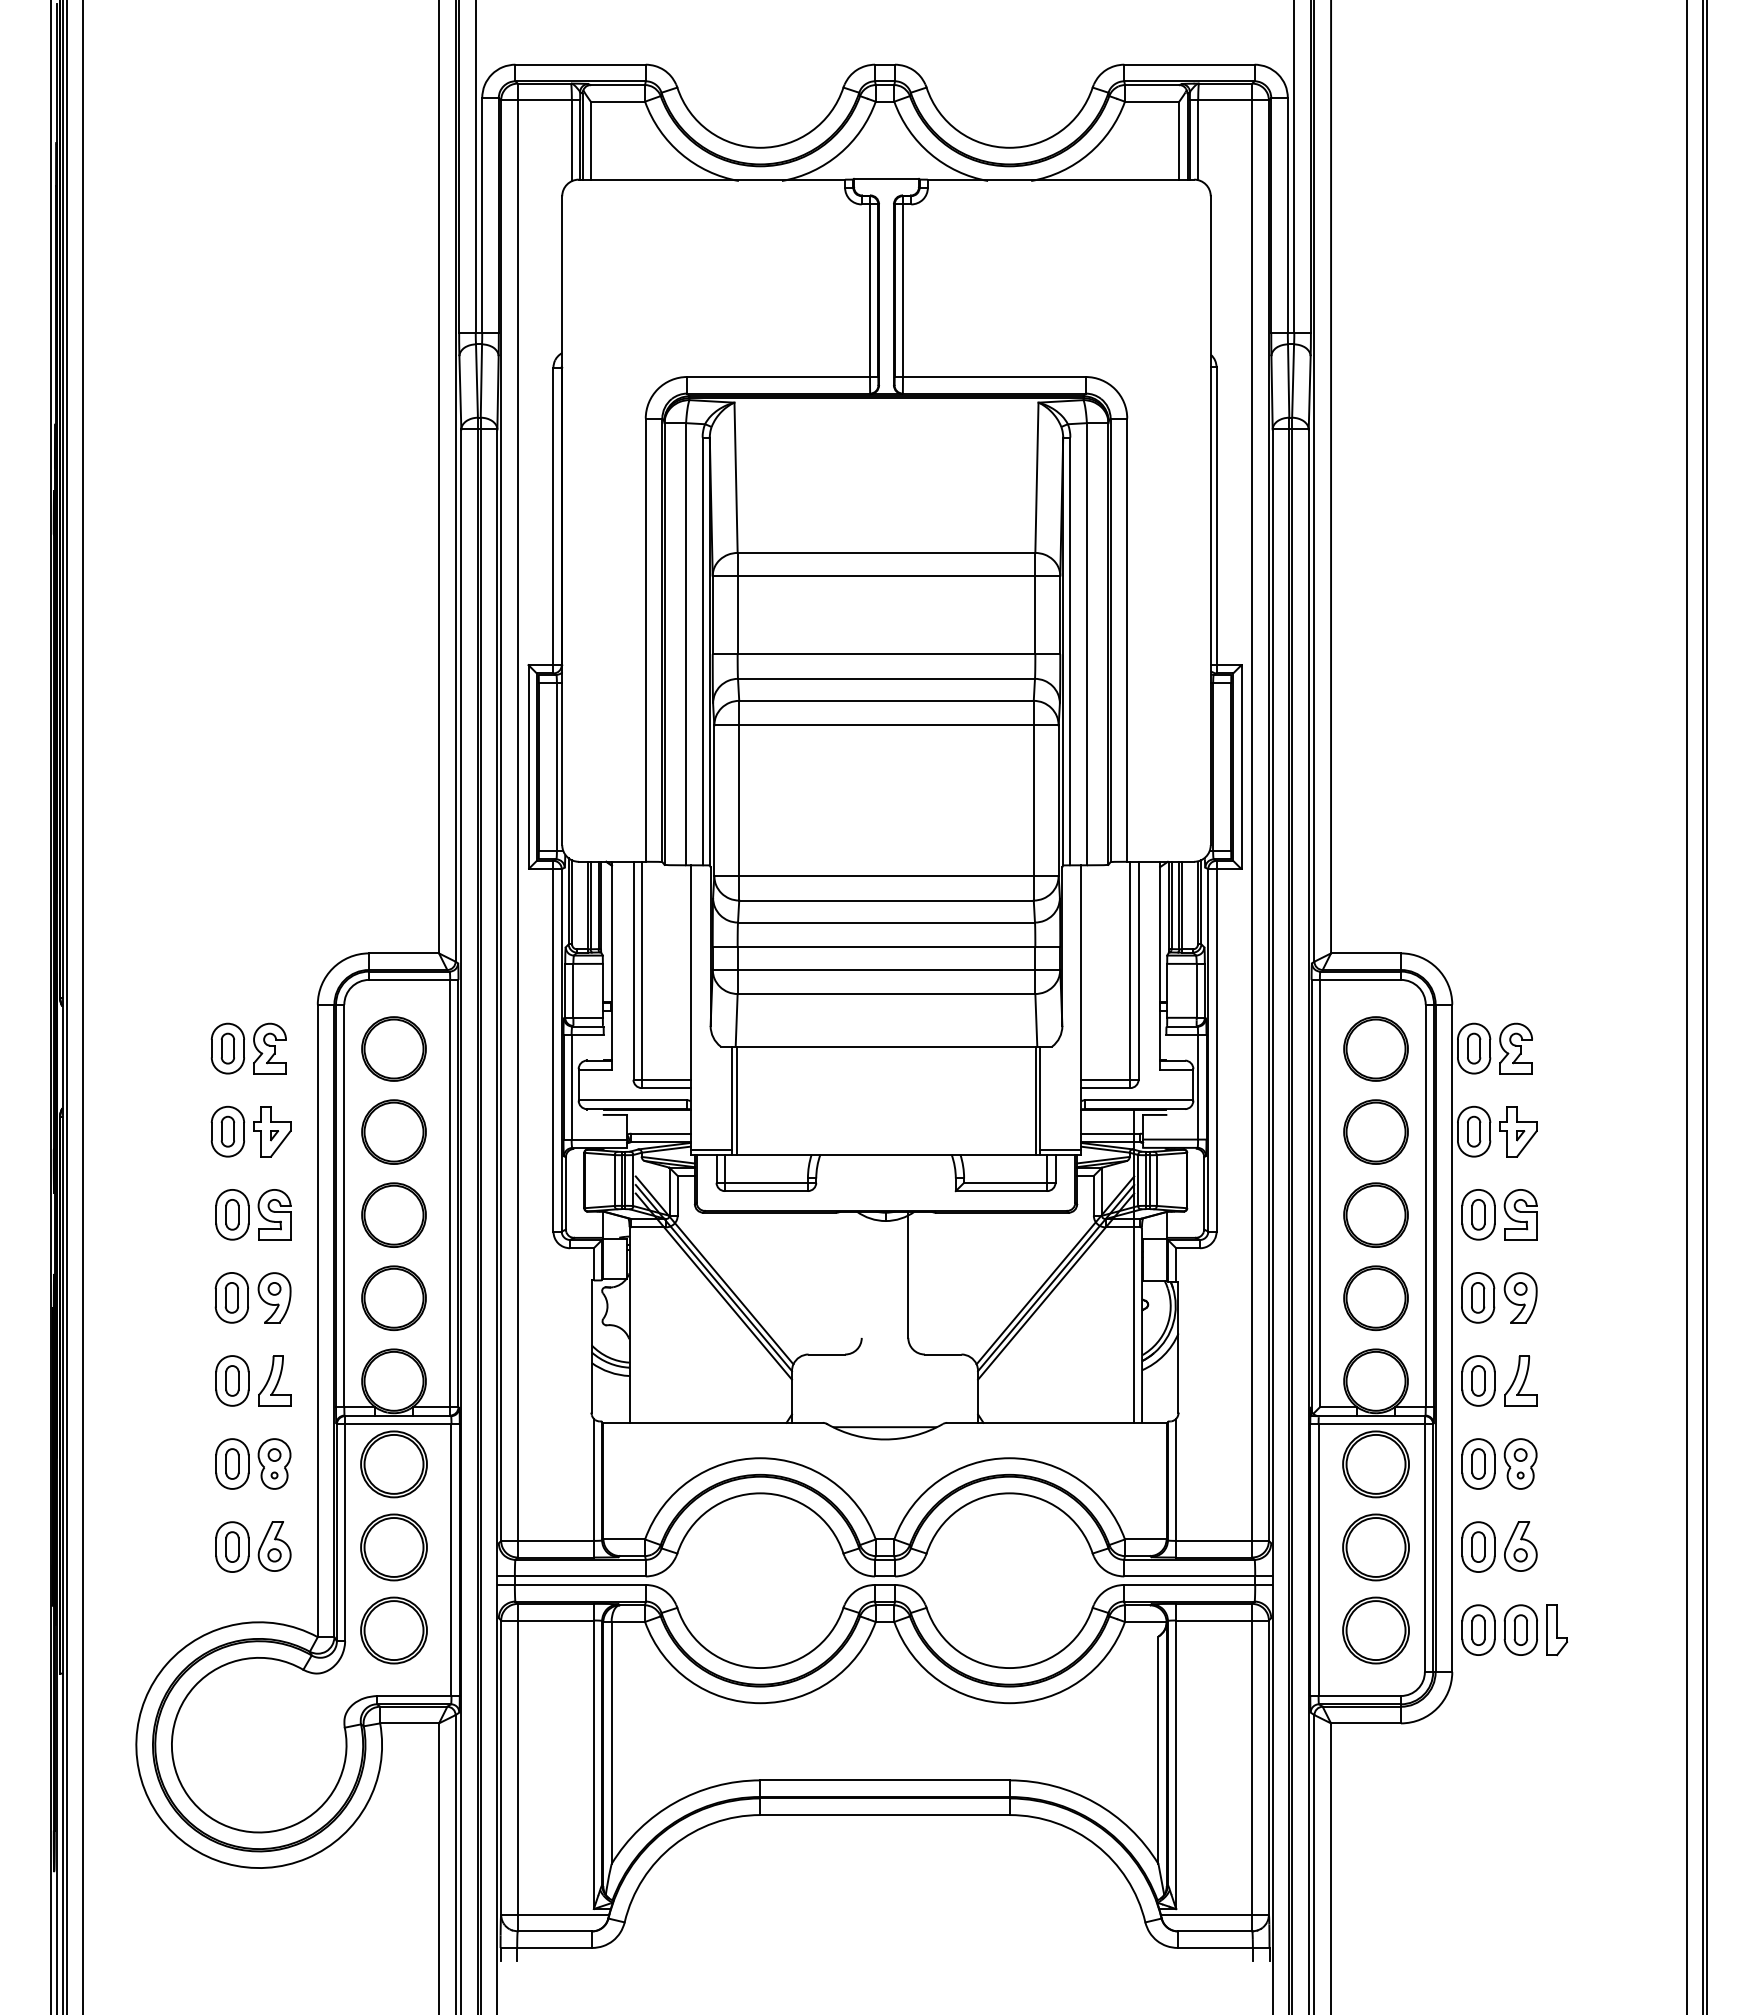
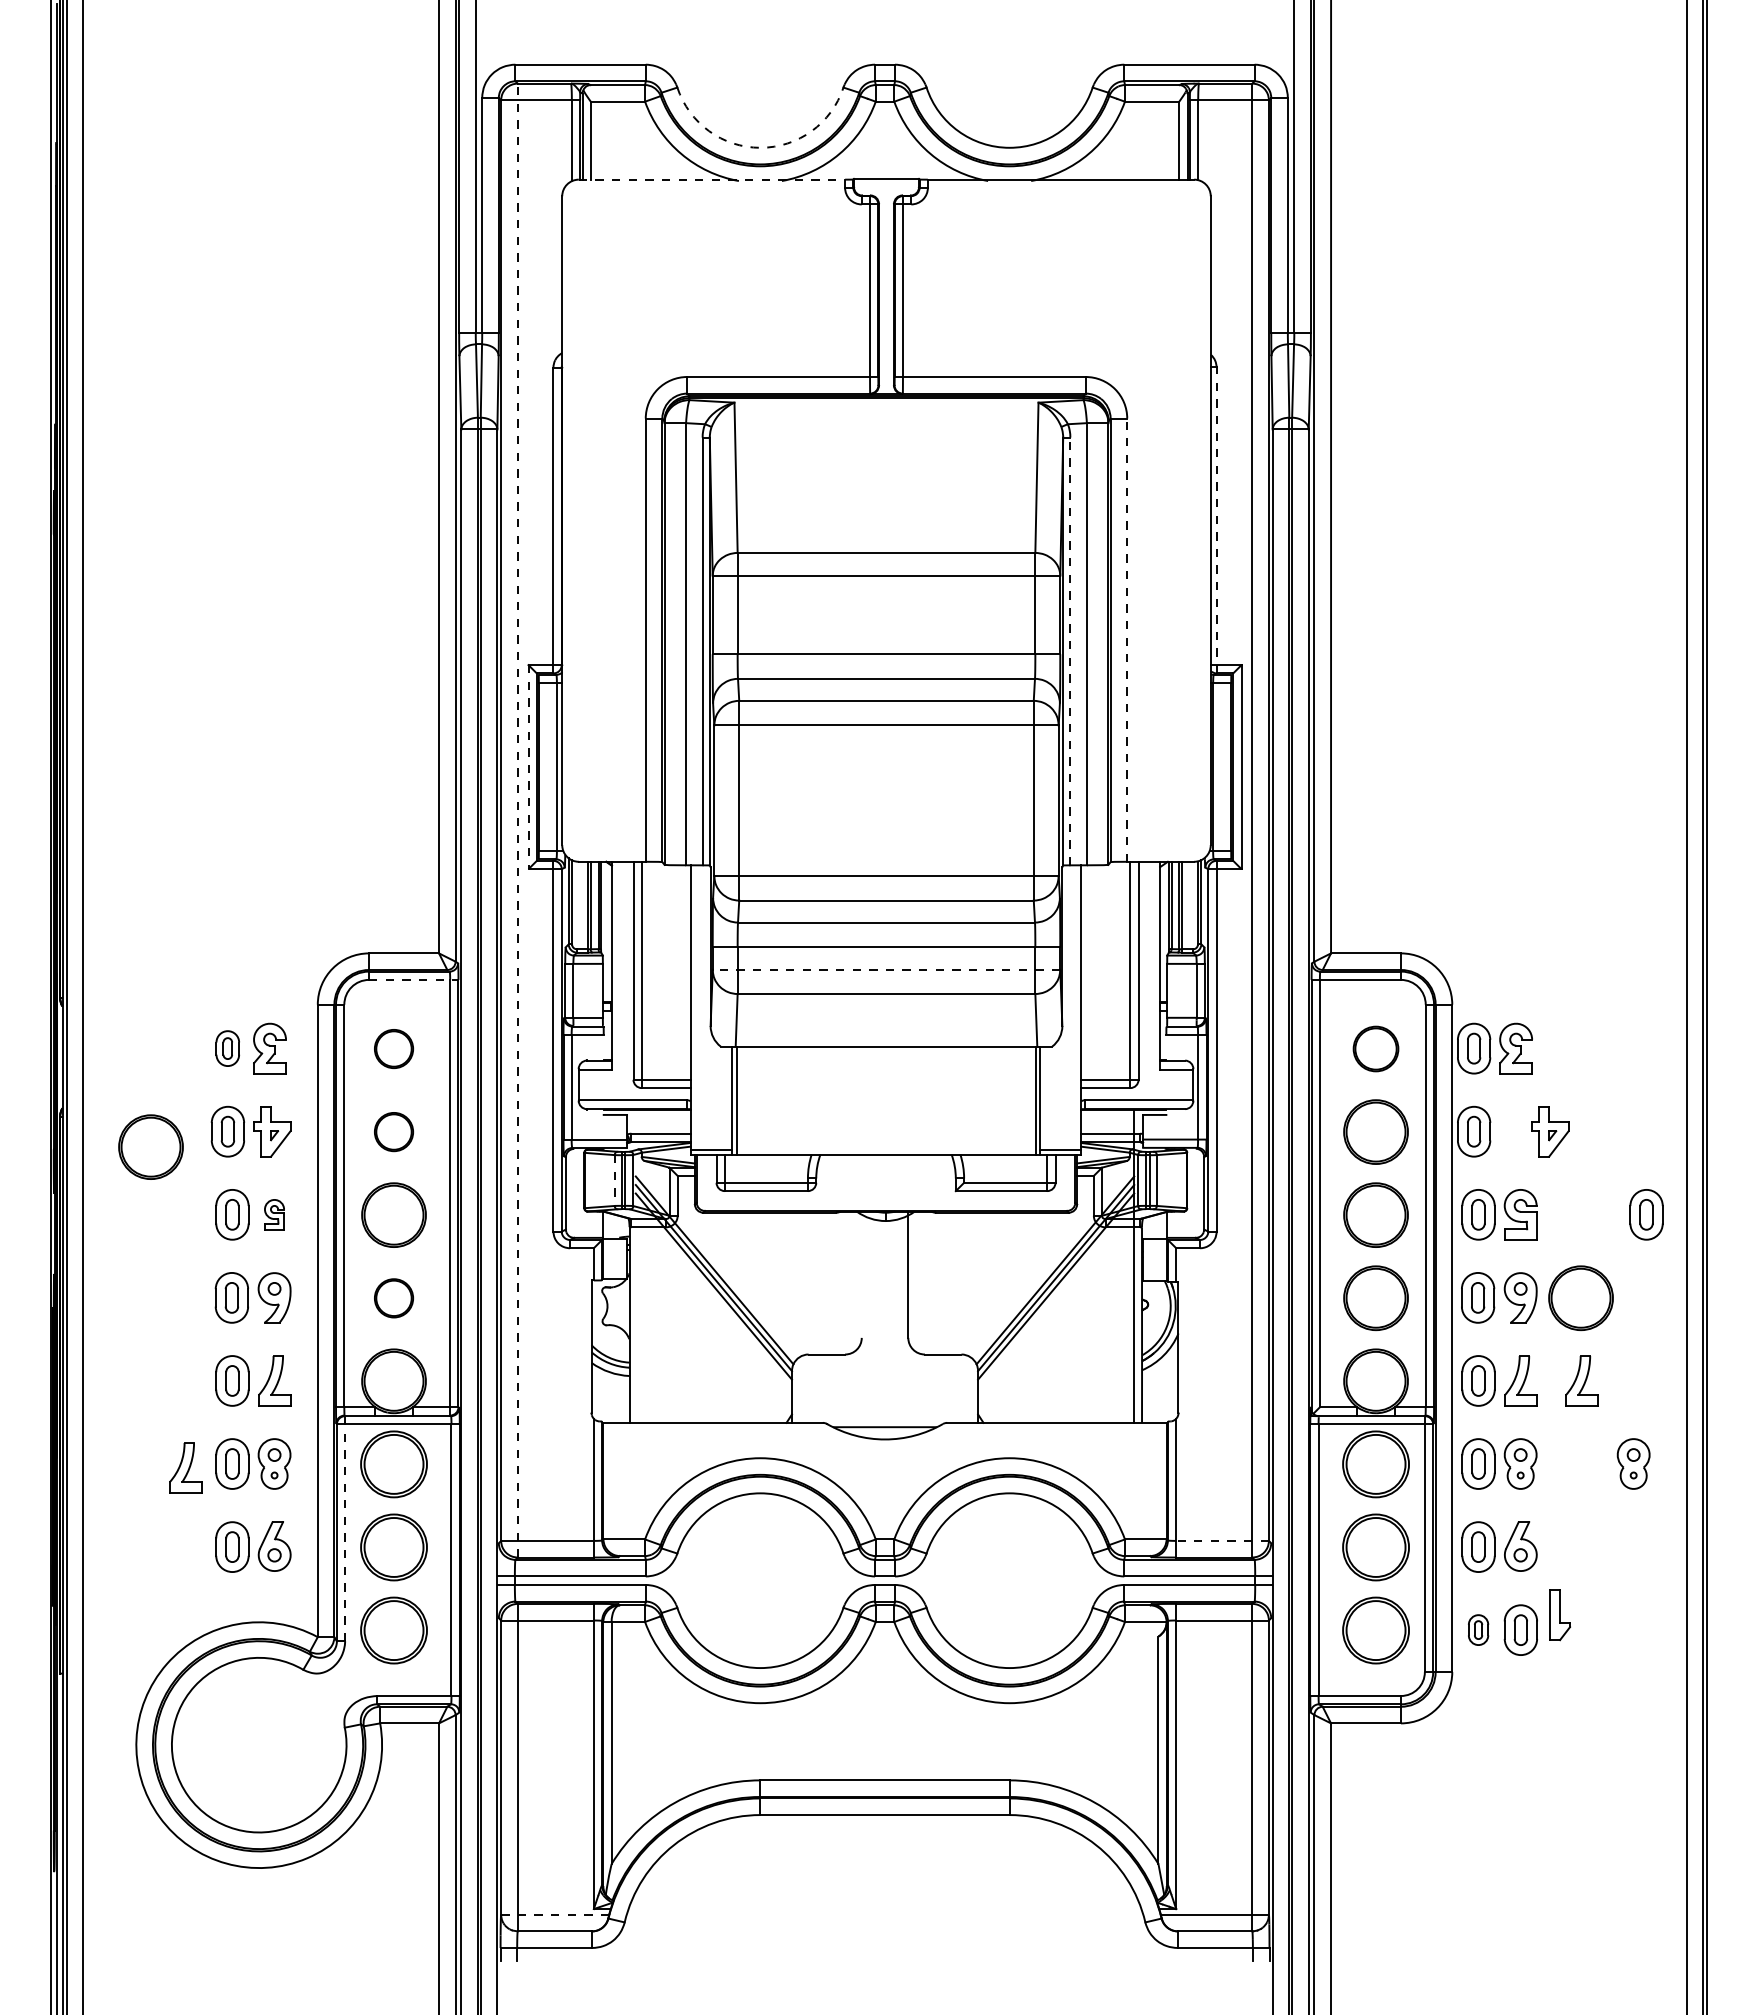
arc at (760, 147): solid -> dashed
line at (712, 179): solid -> dashed
line at (1216, 519): solid -> dashed
line at (1127, 640): solid -> dashed
line at (1070, 651): solid -> dashed
line at (528, 767): solid -> dashed
line at (517, 820): solid -> dashed
line at (886, 969): solid -> dashed
line at (413, 979): solid -> dashed
part at (227, 1048) size: 35x53 px -> 25x37 px
part at (393, 1048) size: 66x66 px -> 40x40 px
part at (1375, 1048) size: 66x66 px -> 48x48 px
part at (393, 1131) size: 66x66 px -> 40x41 px
part at (1518, 1131) position: (1518, 1131) -> (1550, 1131)
part at (150, 1146): none -> present
line at (614, 1181): solid -> dashed
part at (274, 1214) size: 35x52 px -> 21x32 px
part at (1646, 1214): none -> present
part at (393, 1298) size: 66x67 px -> 40x41 px
part at (1580, 1298): none -> present
part at (1581, 1380): none -> present
part at (1633, 1463): none -> present
part at (185, 1467): none -> present
line at (345, 1528): solid -> dashed
line at (1222, 1540): solid -> dashed
part at (1478, 1629) size: 35x52 px -> 22x32 px
part at (1556, 1630) position: (1556, 1630) -> (1559, 1615)
line at (554, 1914): solid -> dashed
